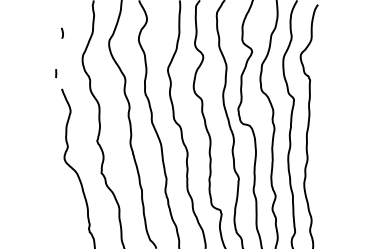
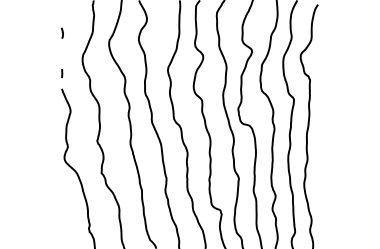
curve at (56, 73) position: (56, 73) -> (62, 73)
